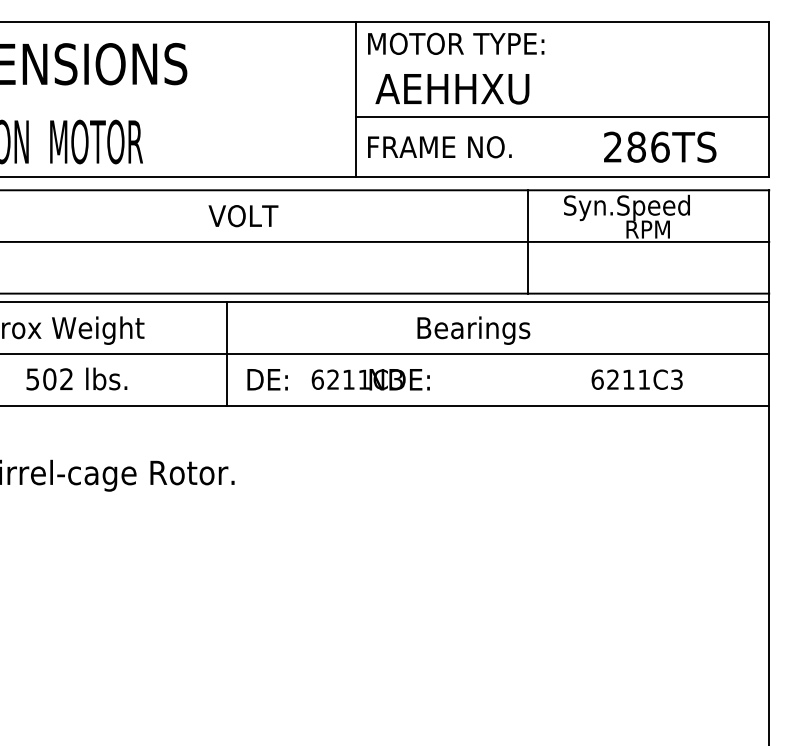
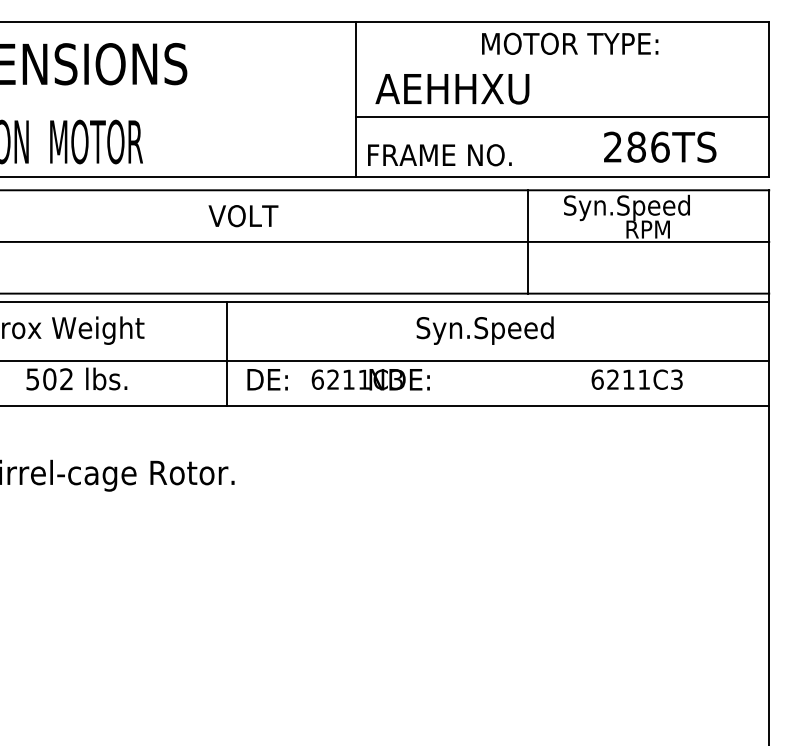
text at (456, 43) position: (456, 43) -> (570, 43)
text at (439, 147) position: (439, 147) -> (439, 155)
text at (484, 330): Bearings -> Syn.Speed
line at (385, 353) position: (385, 353) -> (385, 360)
